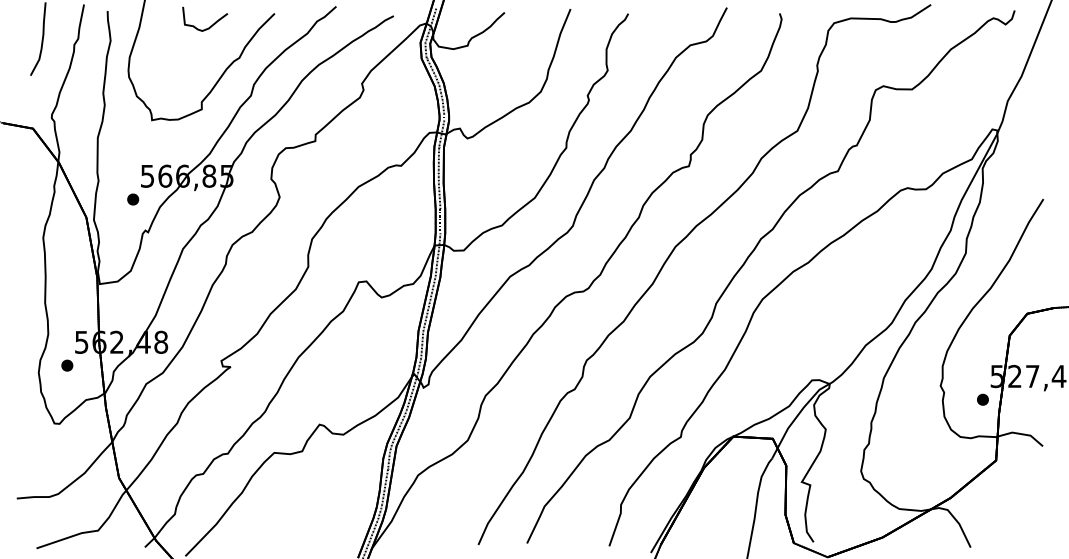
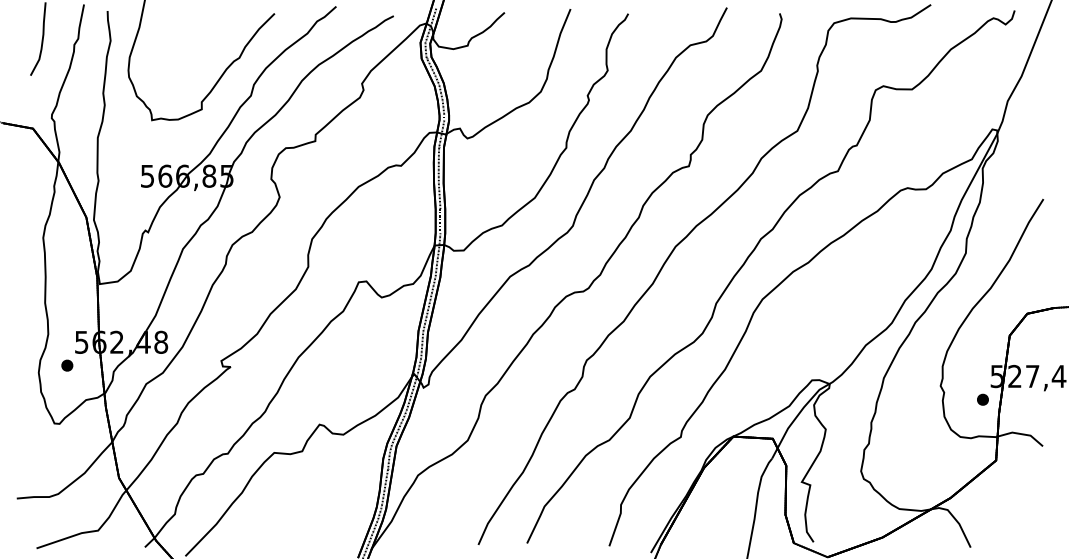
part at (210, 25): present -> none
part at (133, 199): present -> none
